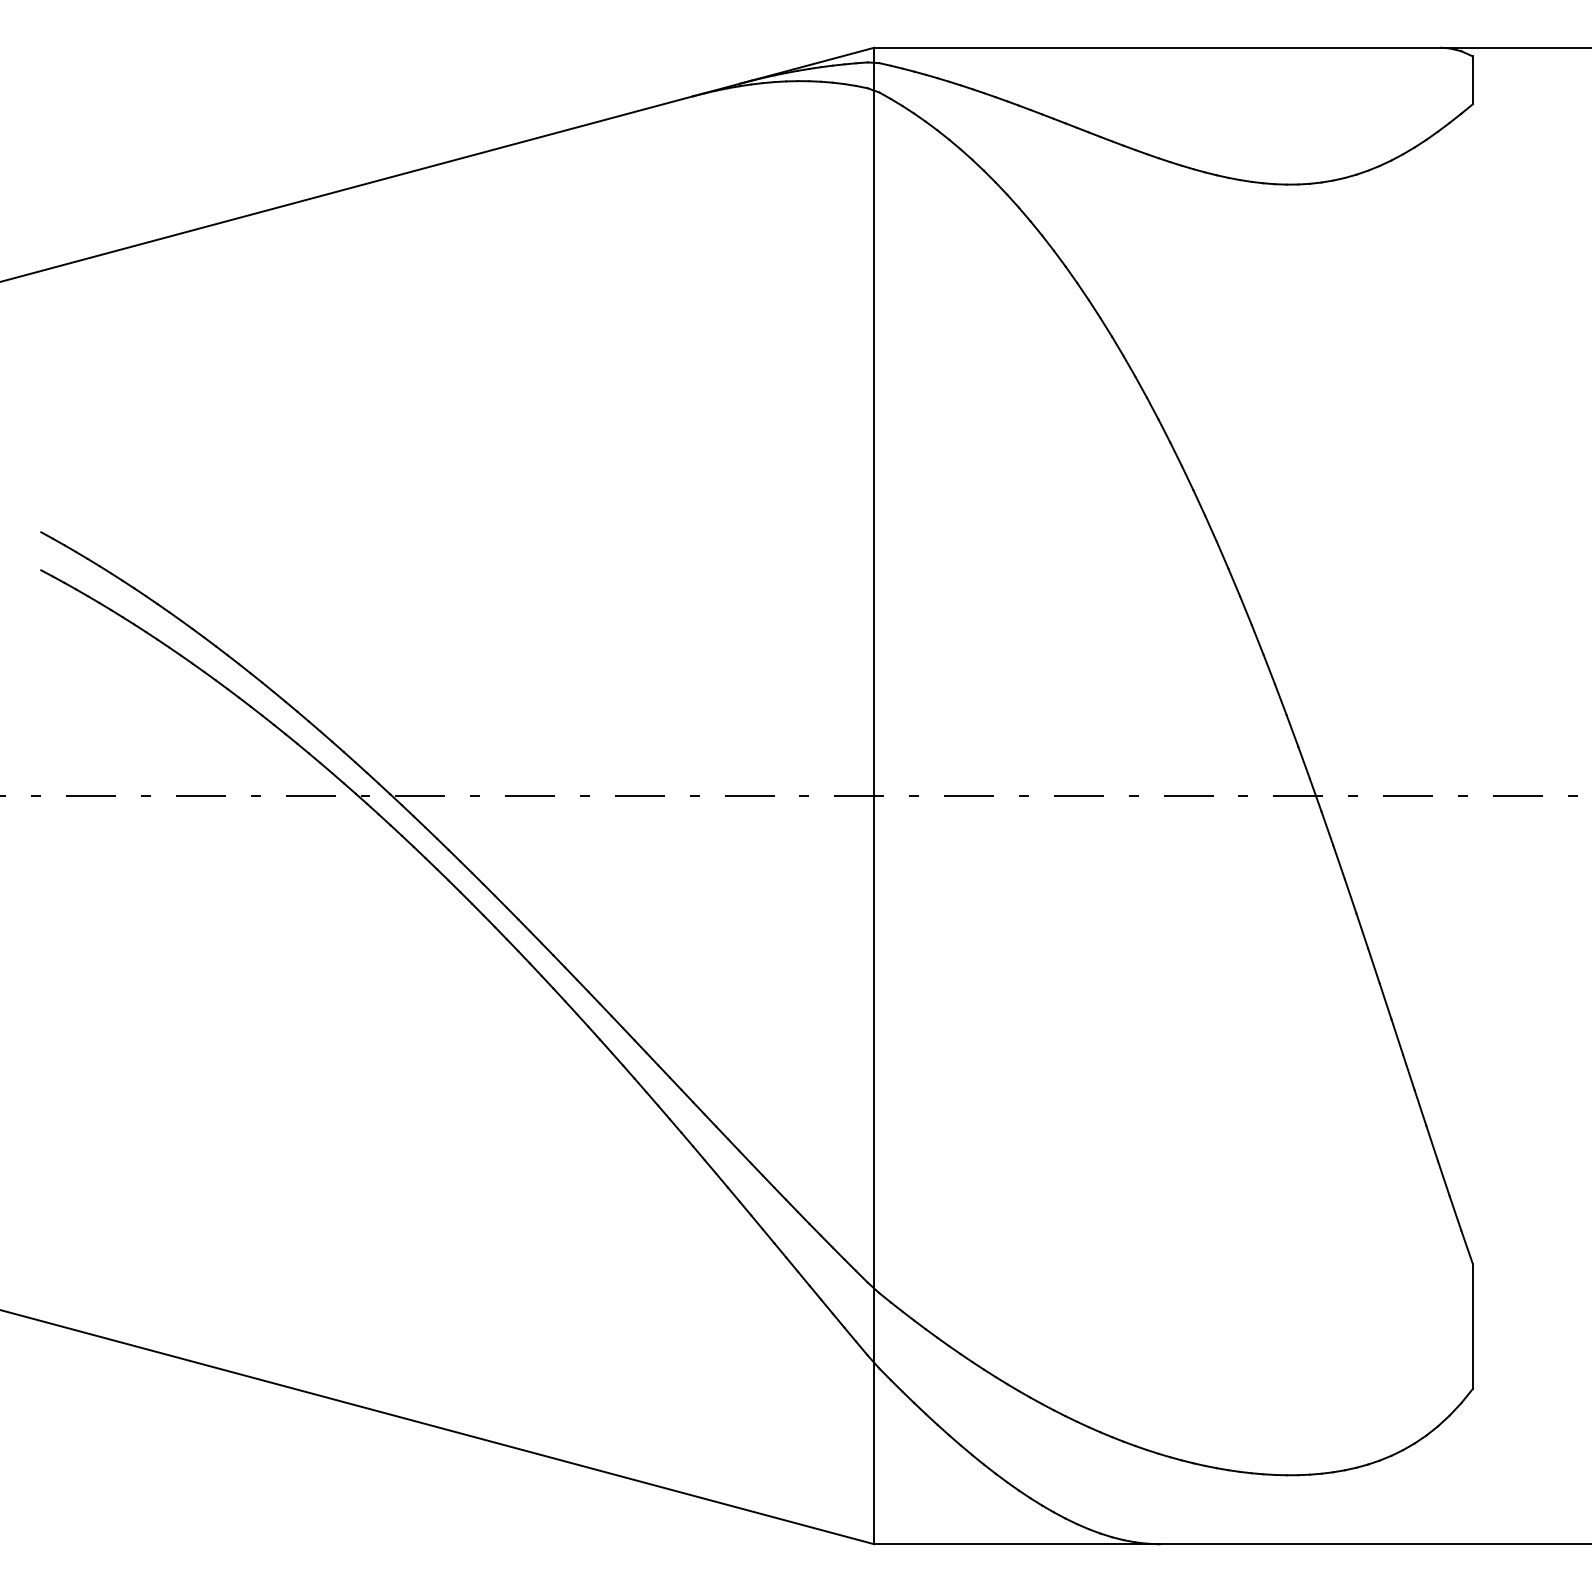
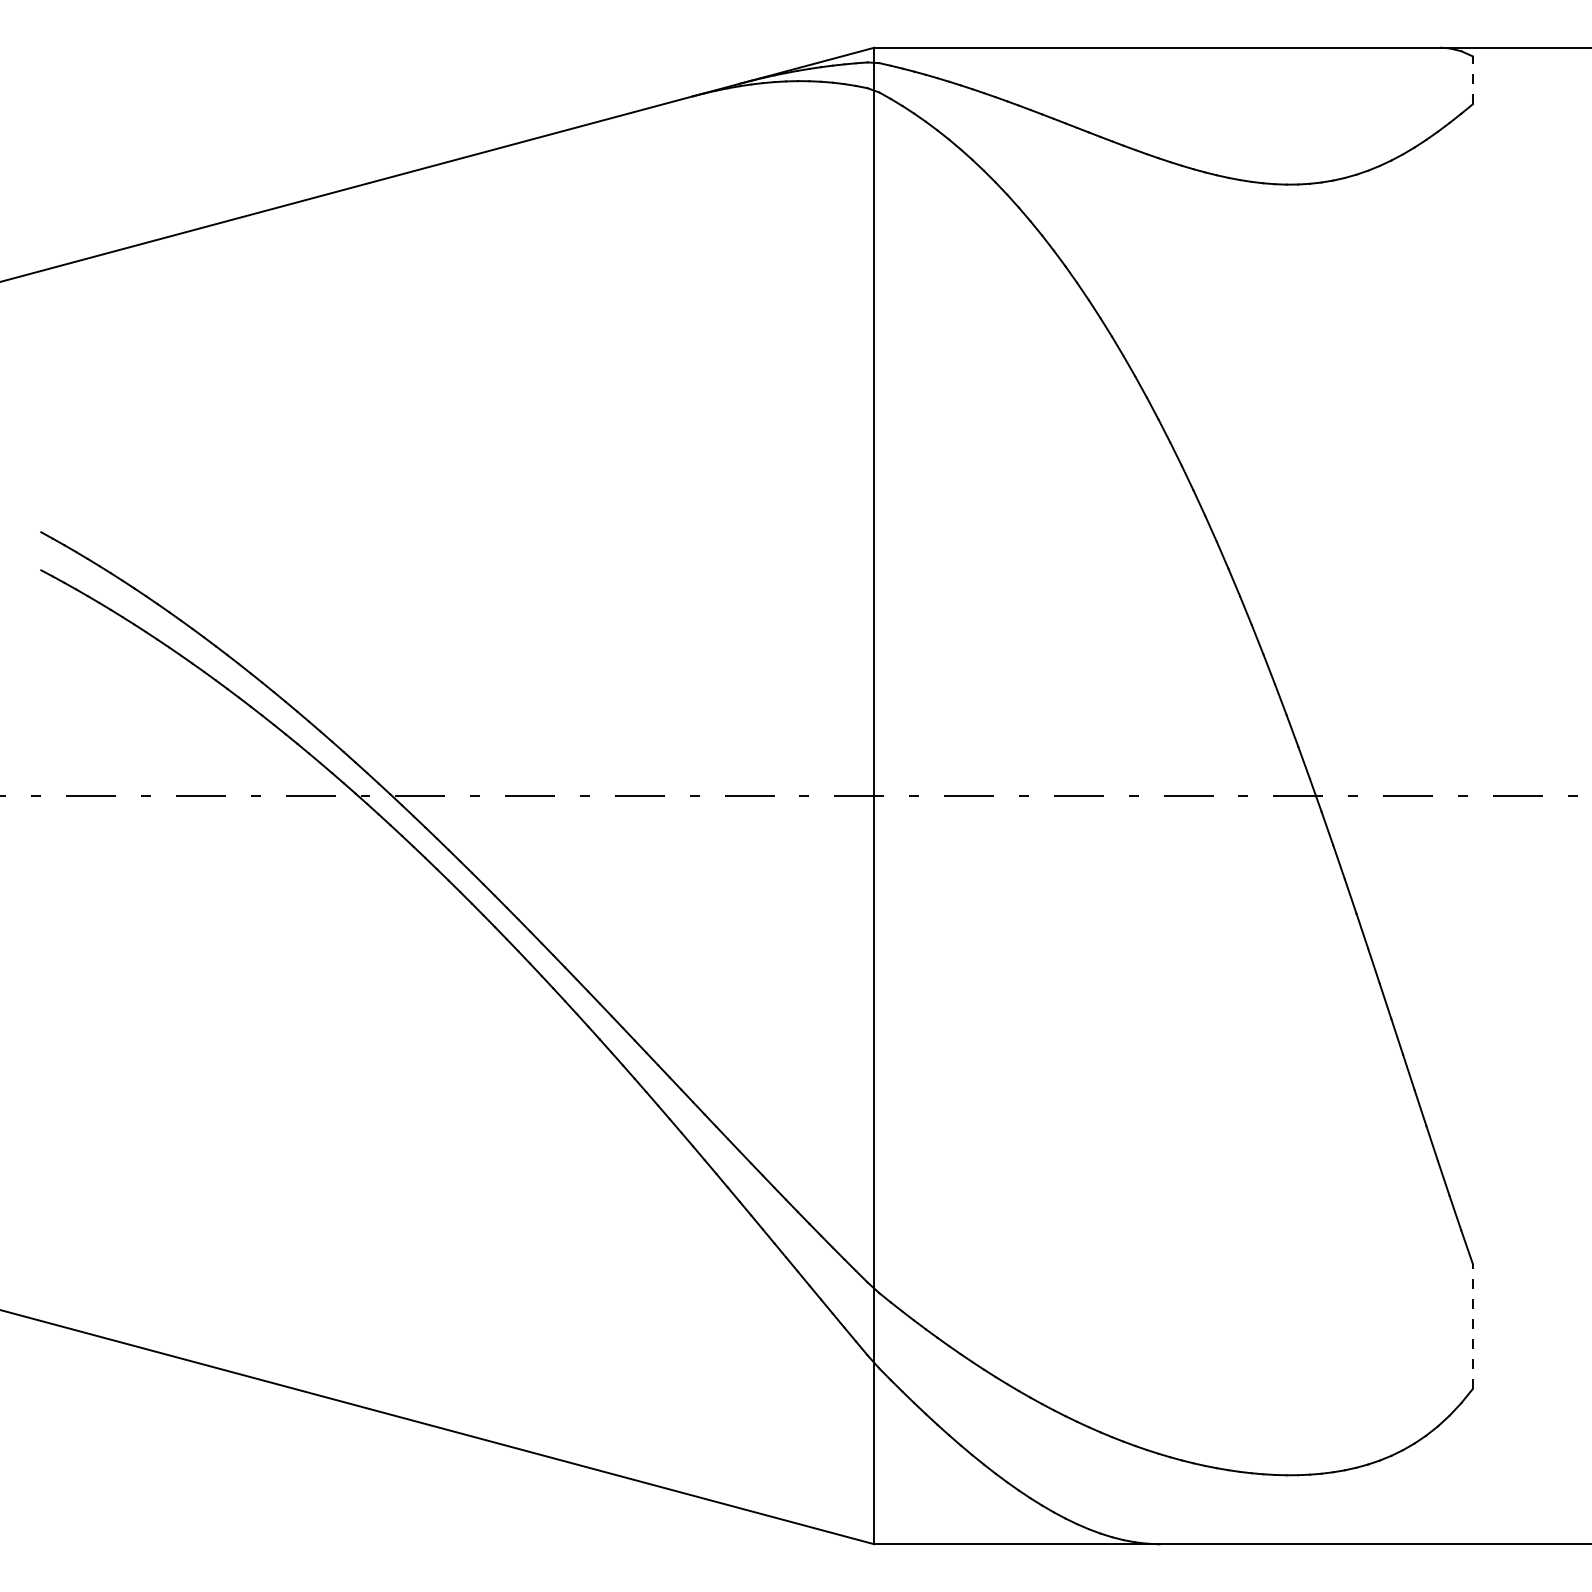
line at (1472, 80): solid -> dashed
line at (1472, 1326): solid -> dashed
